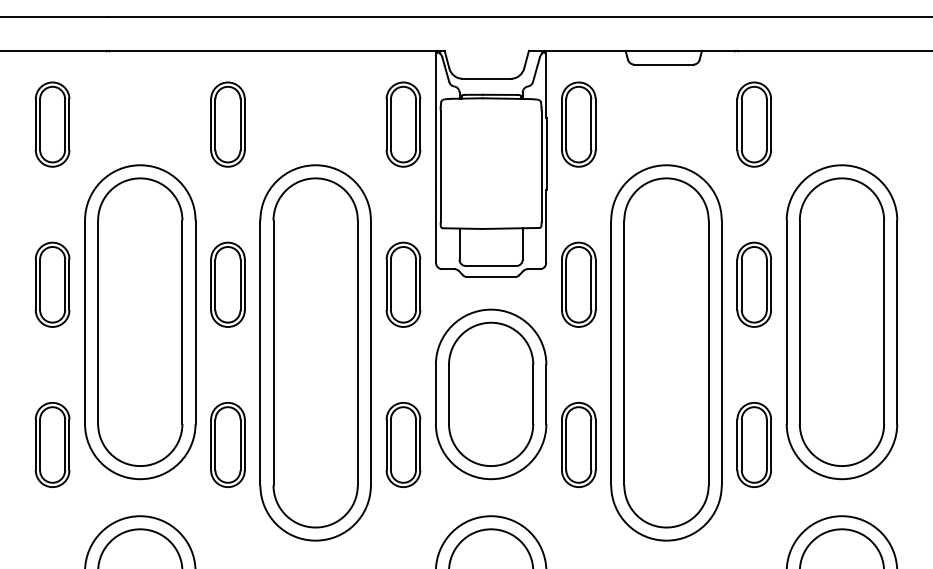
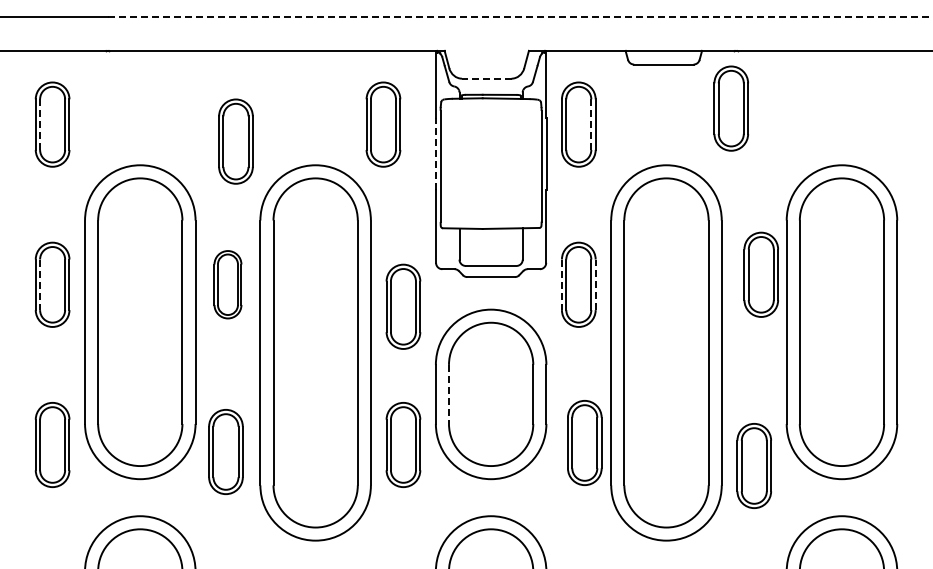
line at (520, 17): solid -> dashed
line at (486, 78): solid -> dashed
part at (227, 124) position: (227, 124) -> (235, 141)
part at (403, 124) position: (403, 124) -> (383, 124)
line at (591, 124): solid -> dashed
part at (753, 124) position: (753, 124) -> (730, 108)
line at (40, 125): solid -> dashed
line at (435, 154): solid -> dashed
part at (227, 284) size: 36x87 px -> 30x70 px
part at (403, 284) position: (403, 284) -> (403, 306)
line at (595, 284): solid -> dashed
part at (753, 284) position: (753, 284) -> (760, 274)
line at (40, 285): solid -> dashed
line at (561, 285): solid -> dashed
line at (448, 394): solid -> dashed
part at (227, 444) position: (227, 444) -> (225, 451)
part at (578, 444) position: (578, 444) -> (584, 442)
part at (753, 444) position: (753, 444) -> (753, 465)
